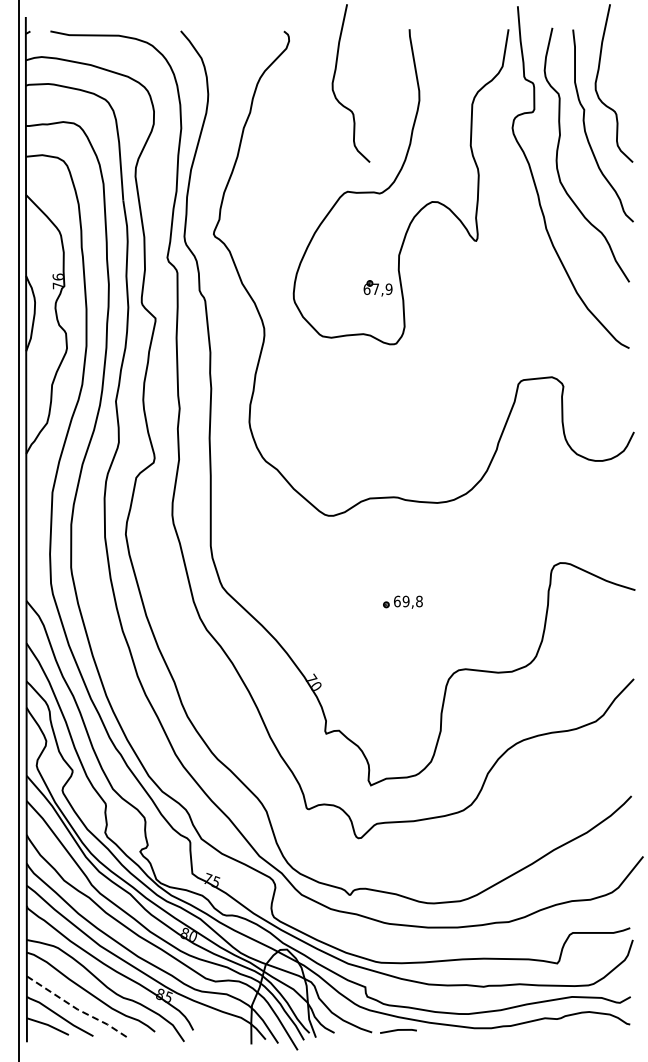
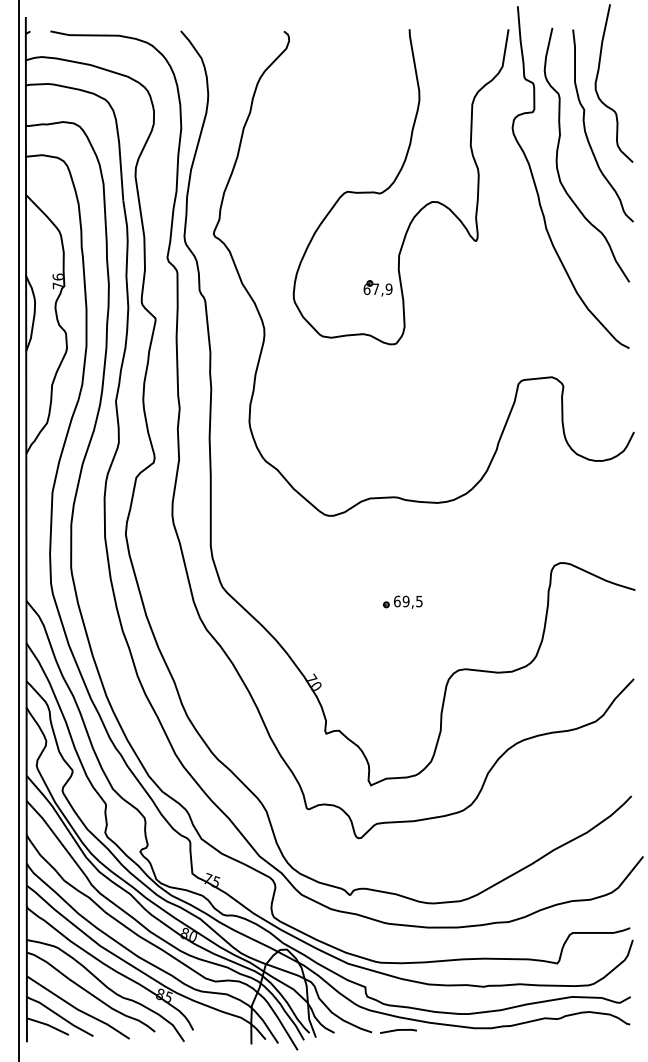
curve at (334, 80): present -> none
text at (419, 601): 69,8 -> 69,5
line at (77, 1009): dashed -> solid
